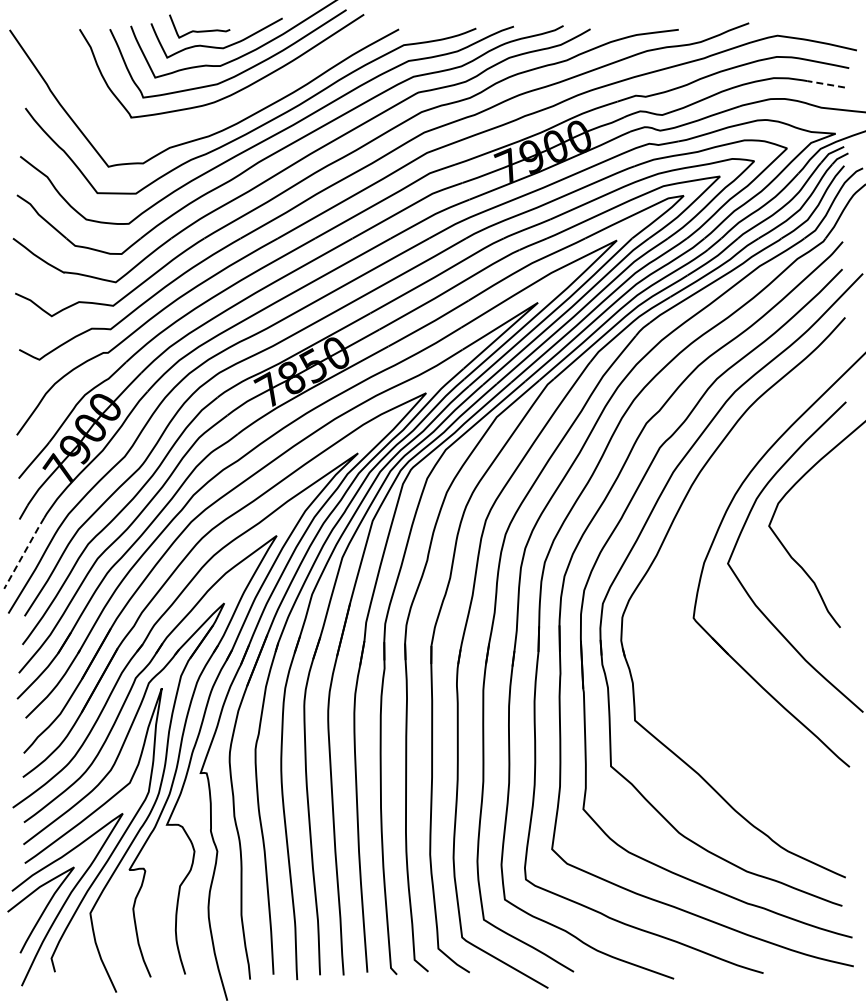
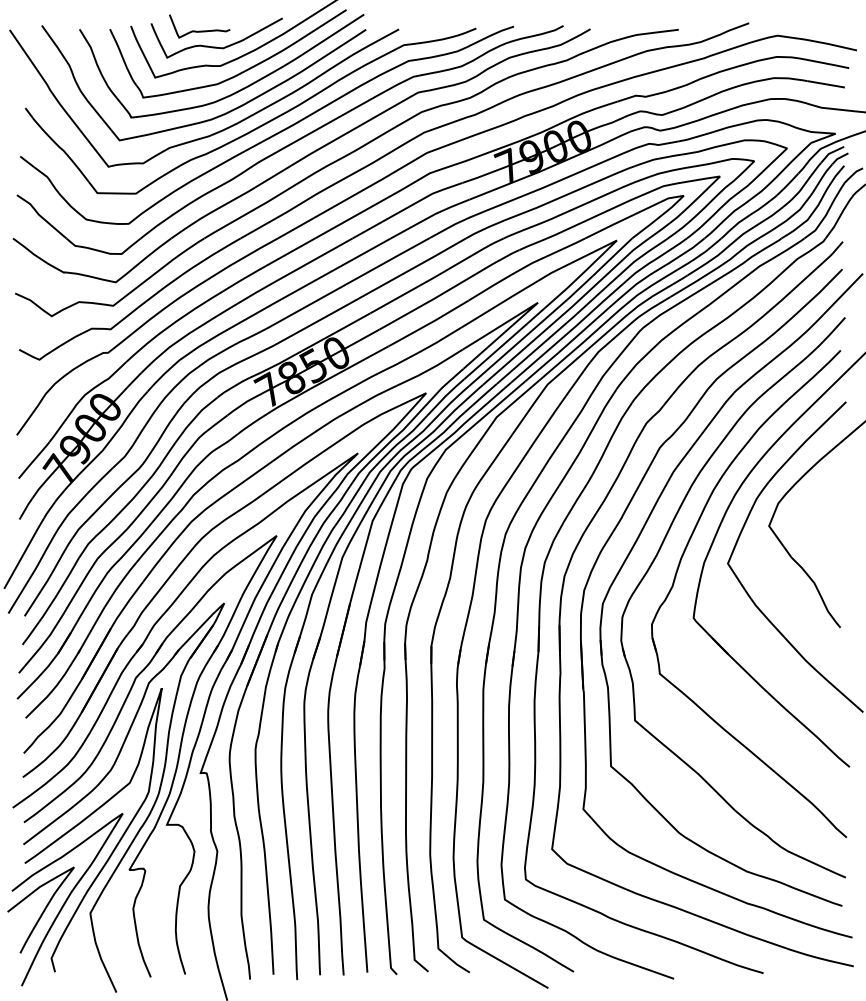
line at (826, 84): dashed -> solid
curve at (218, 115): none -> present
line at (24, 553): dashed -> solid
part at (678, 570): none -> present
